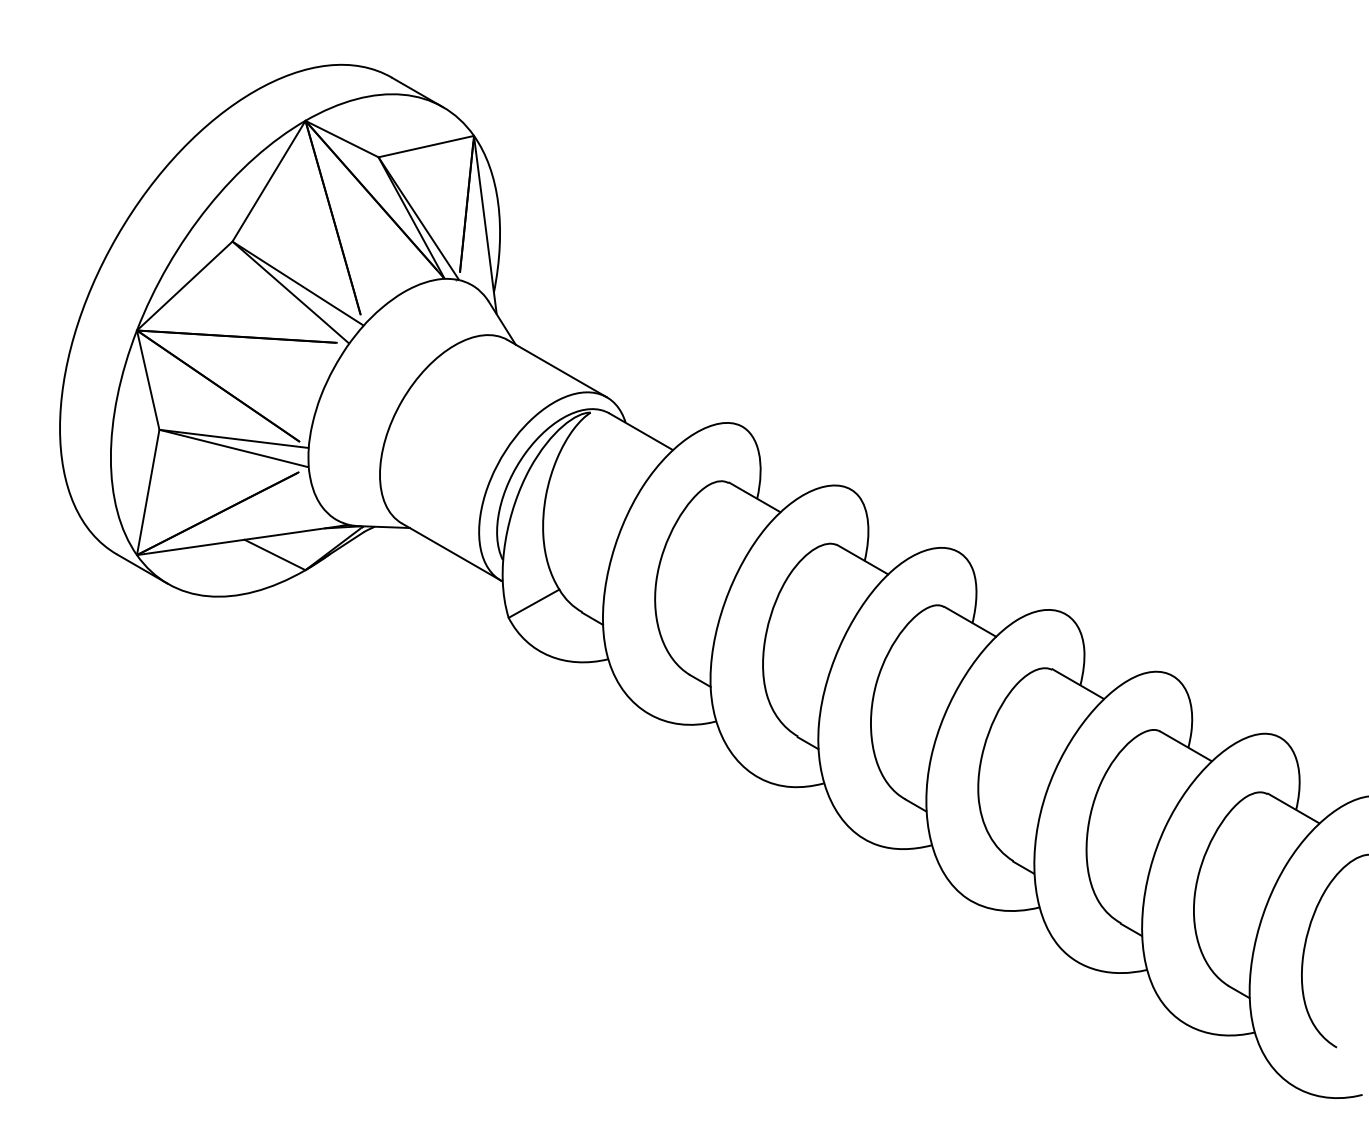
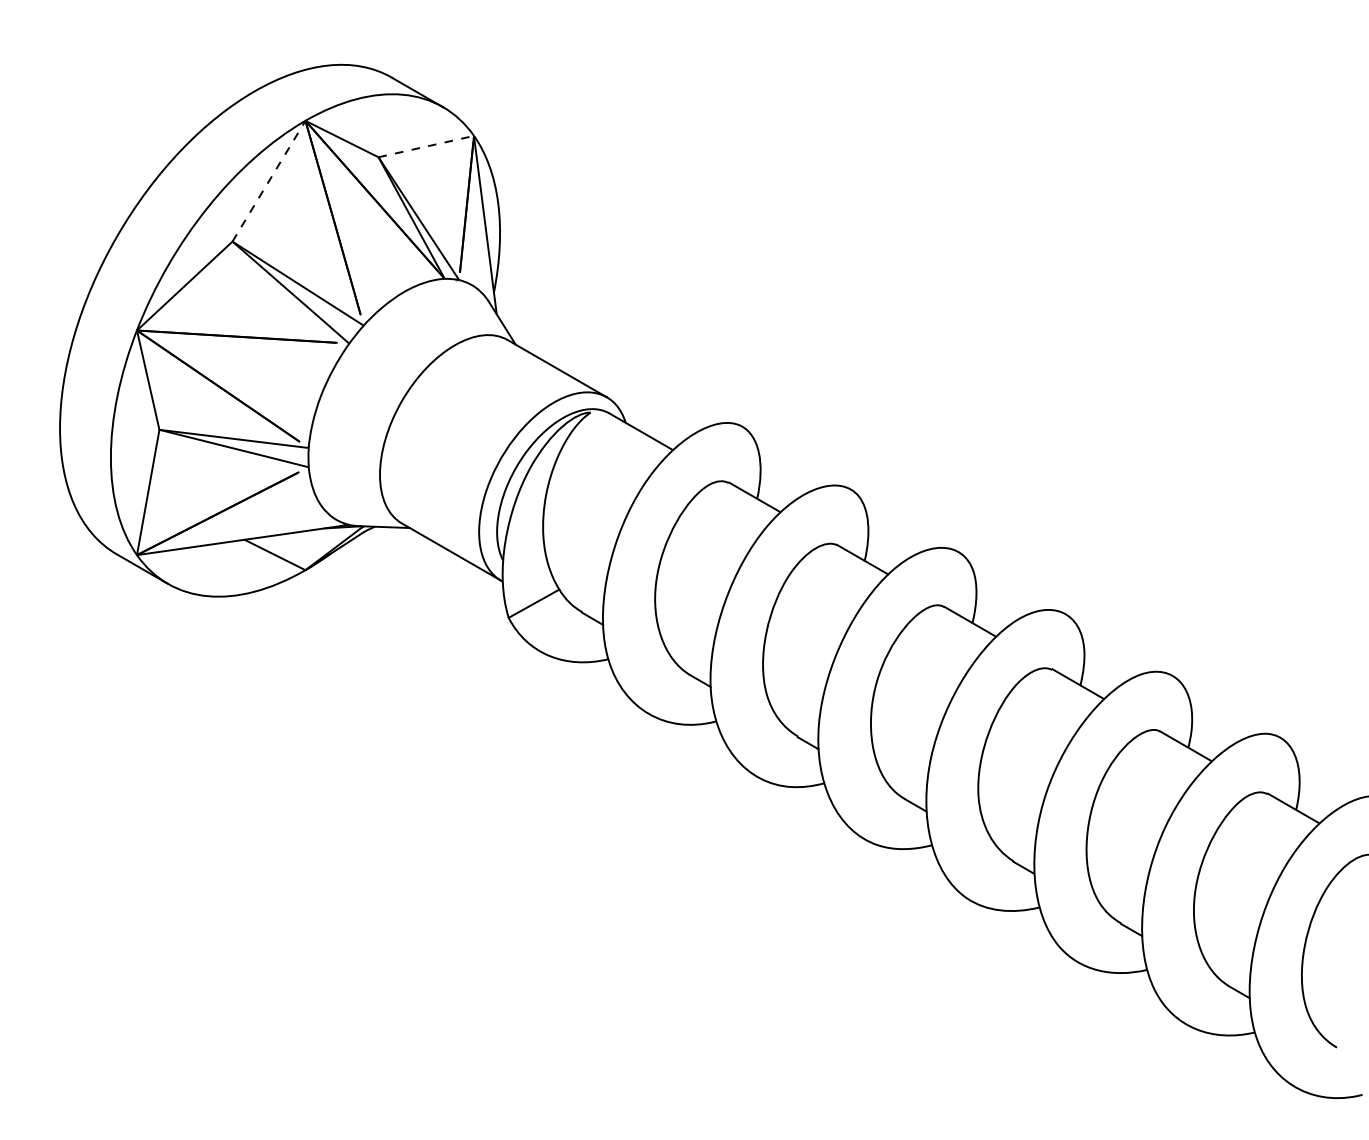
line at (426, 146): solid -> dashed
line at (269, 181): solid -> dashed
